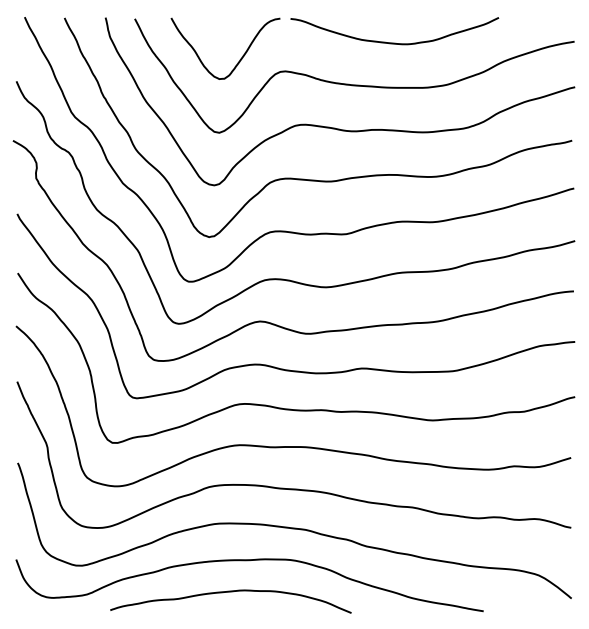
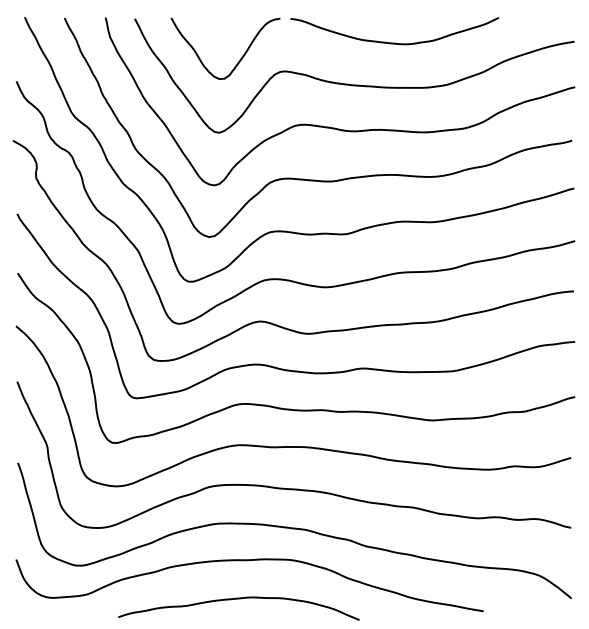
curve at (230, 592) position: (230, 592) -> (238, 599)
